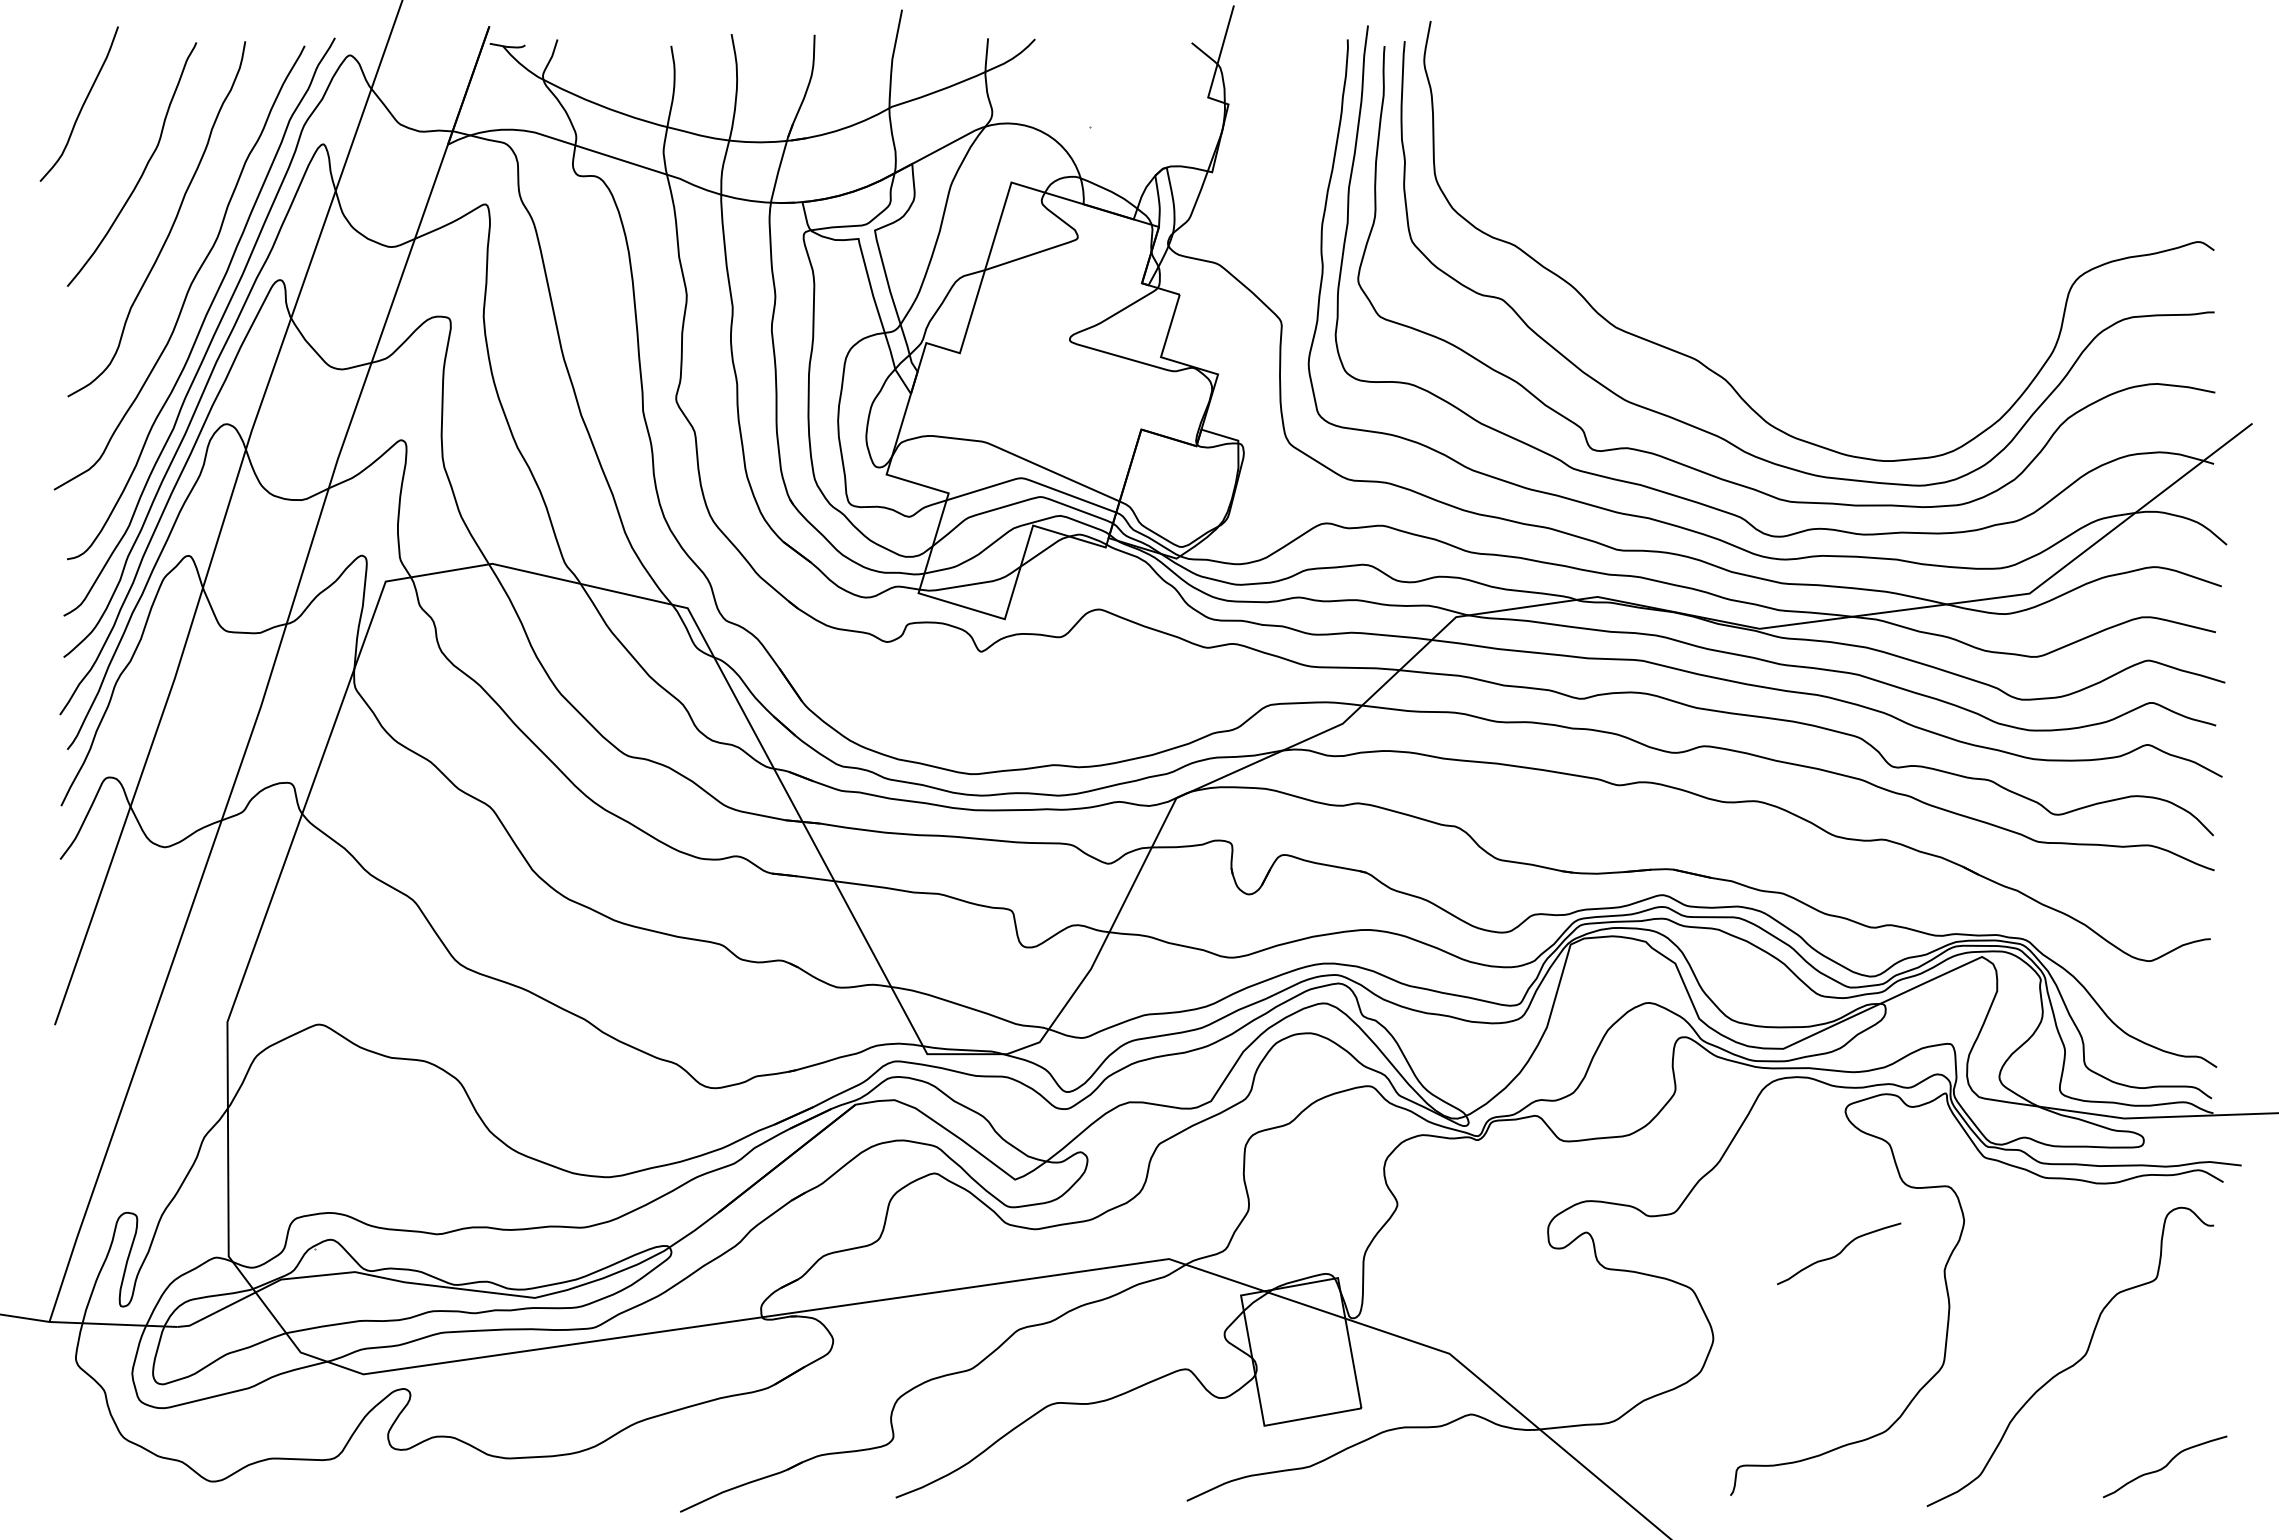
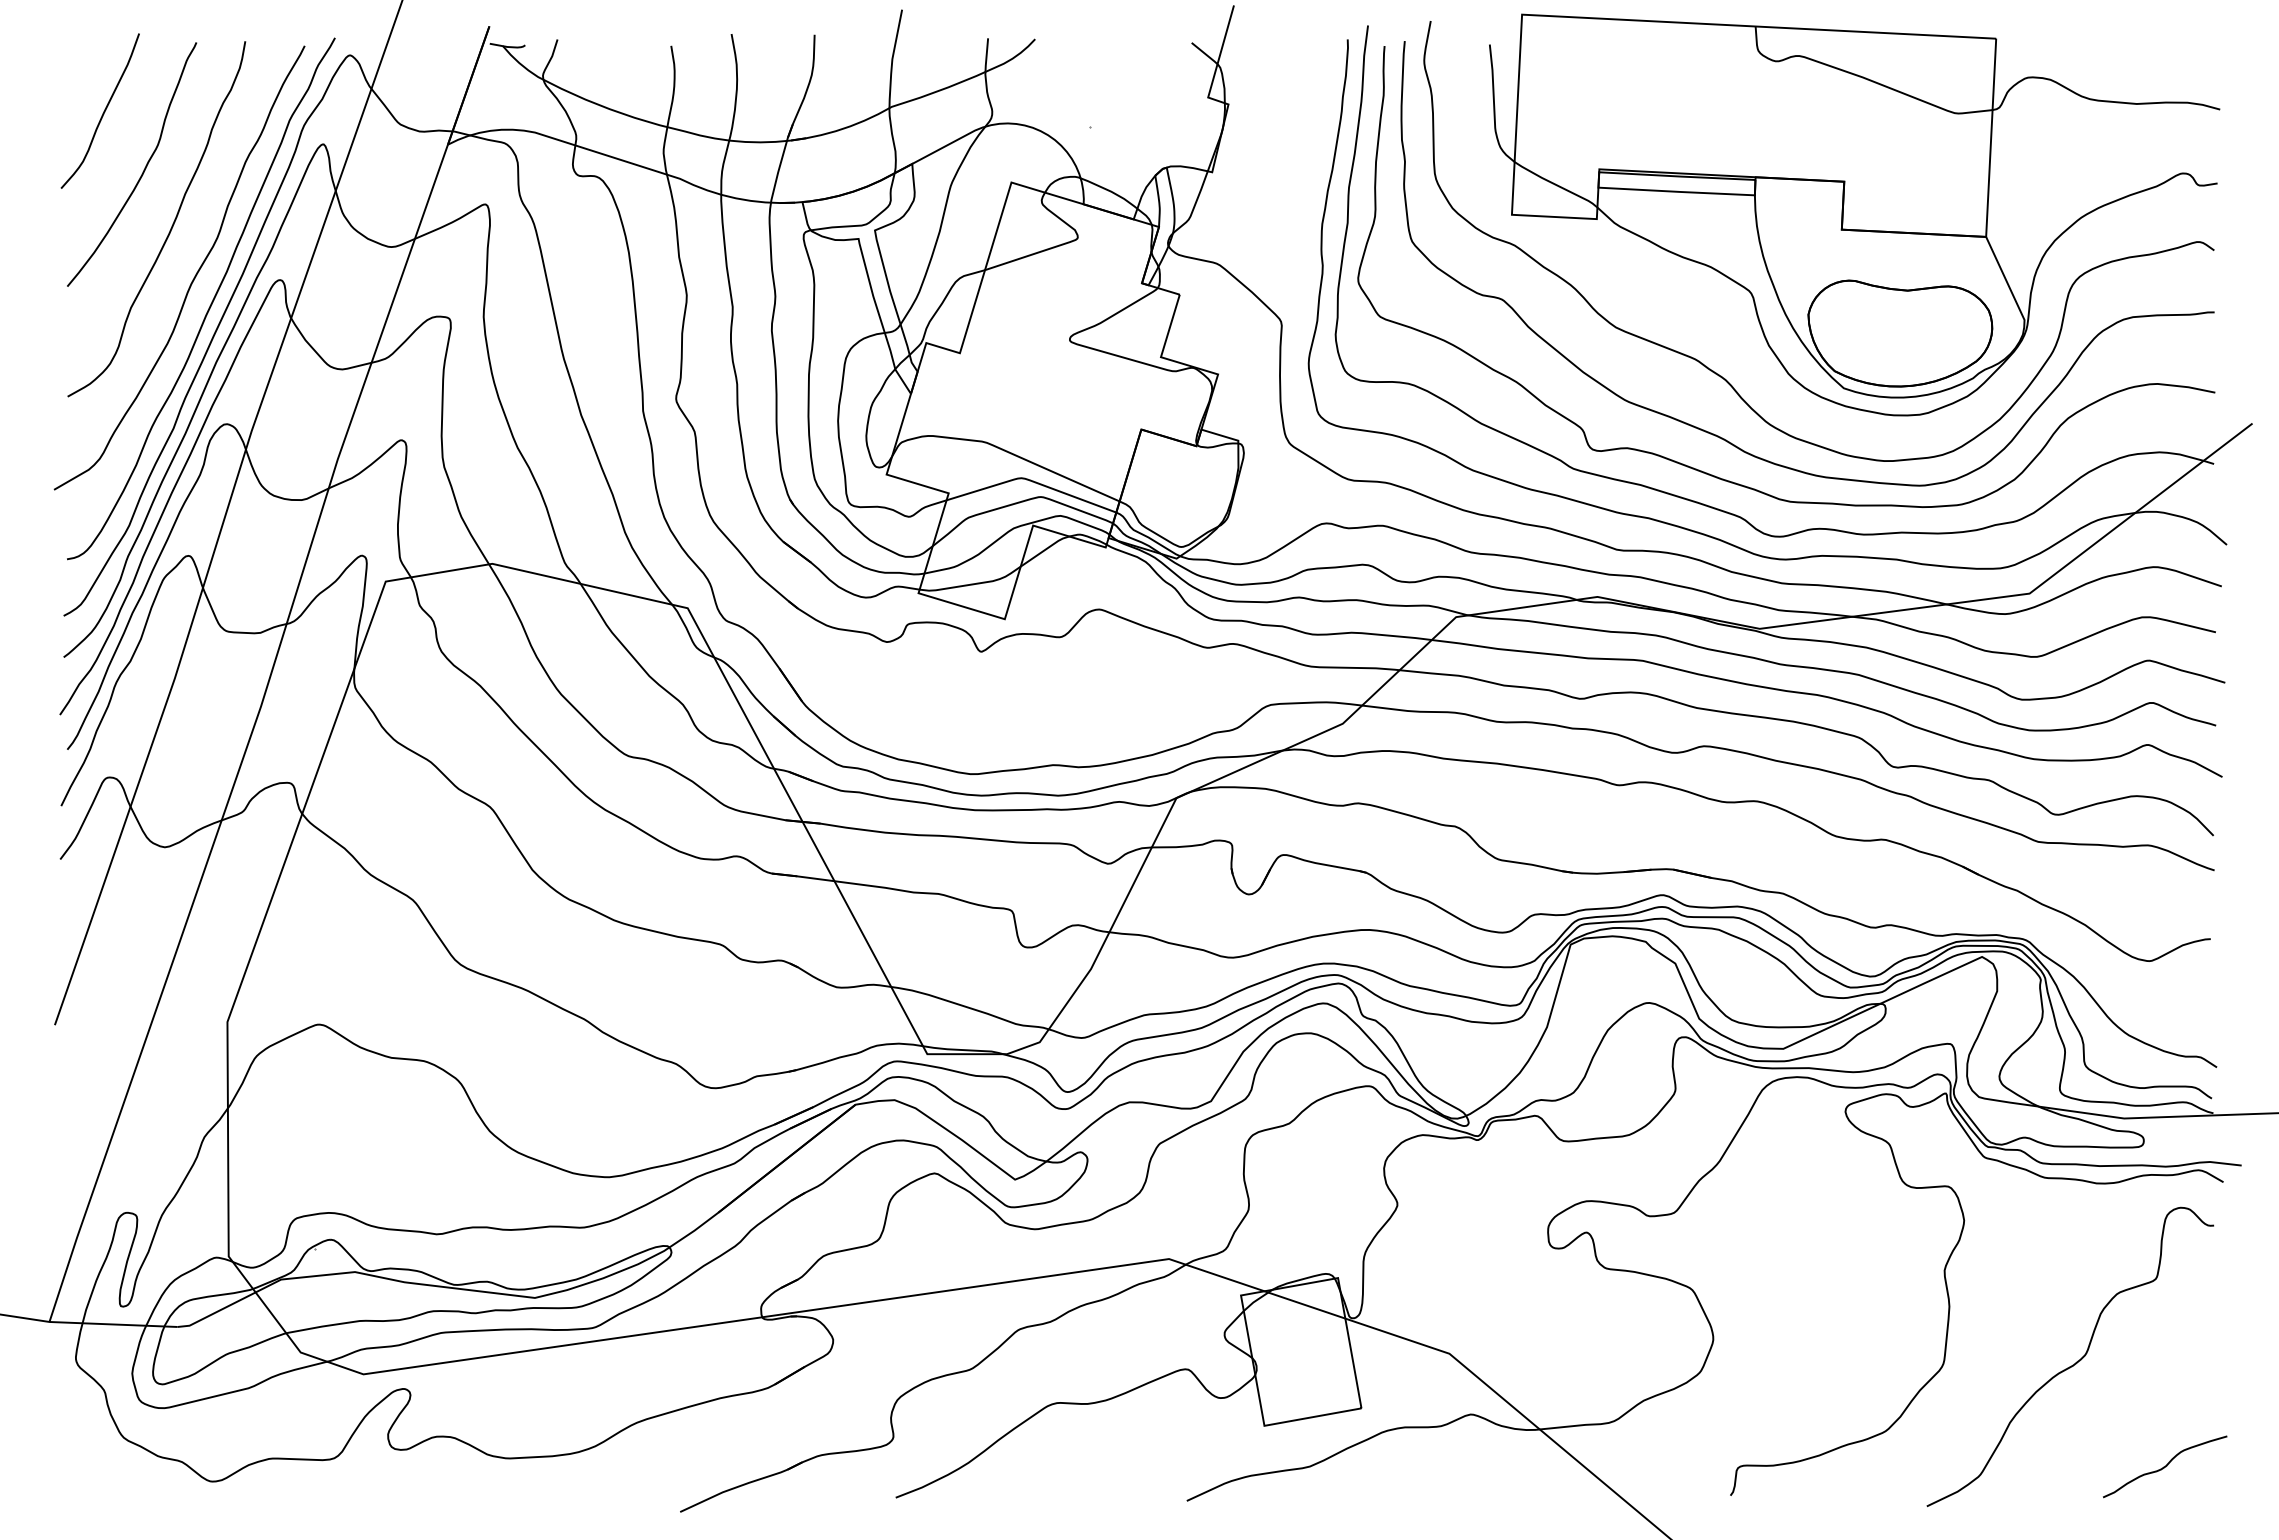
curve at (82, 104) position: (82, 104) -> (103, 111)
part at (1854, 214): none -> present
curve at (1839, 1253): present -> none
